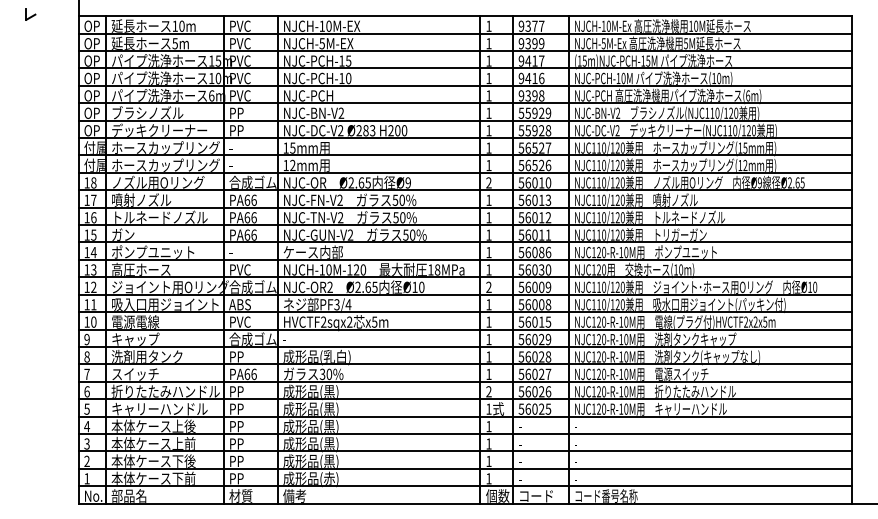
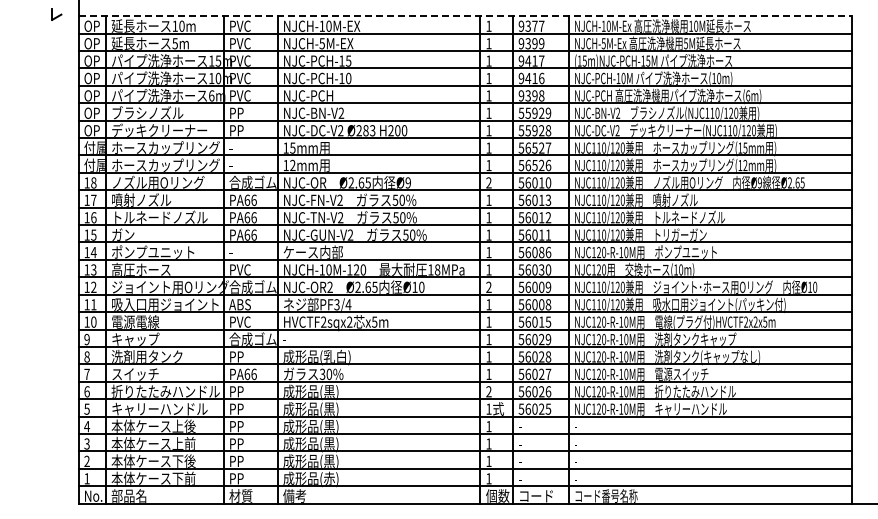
part at (30, 14) position: (30, 14) -> (56, 14)
line at (465, 16): solid -> dashed
